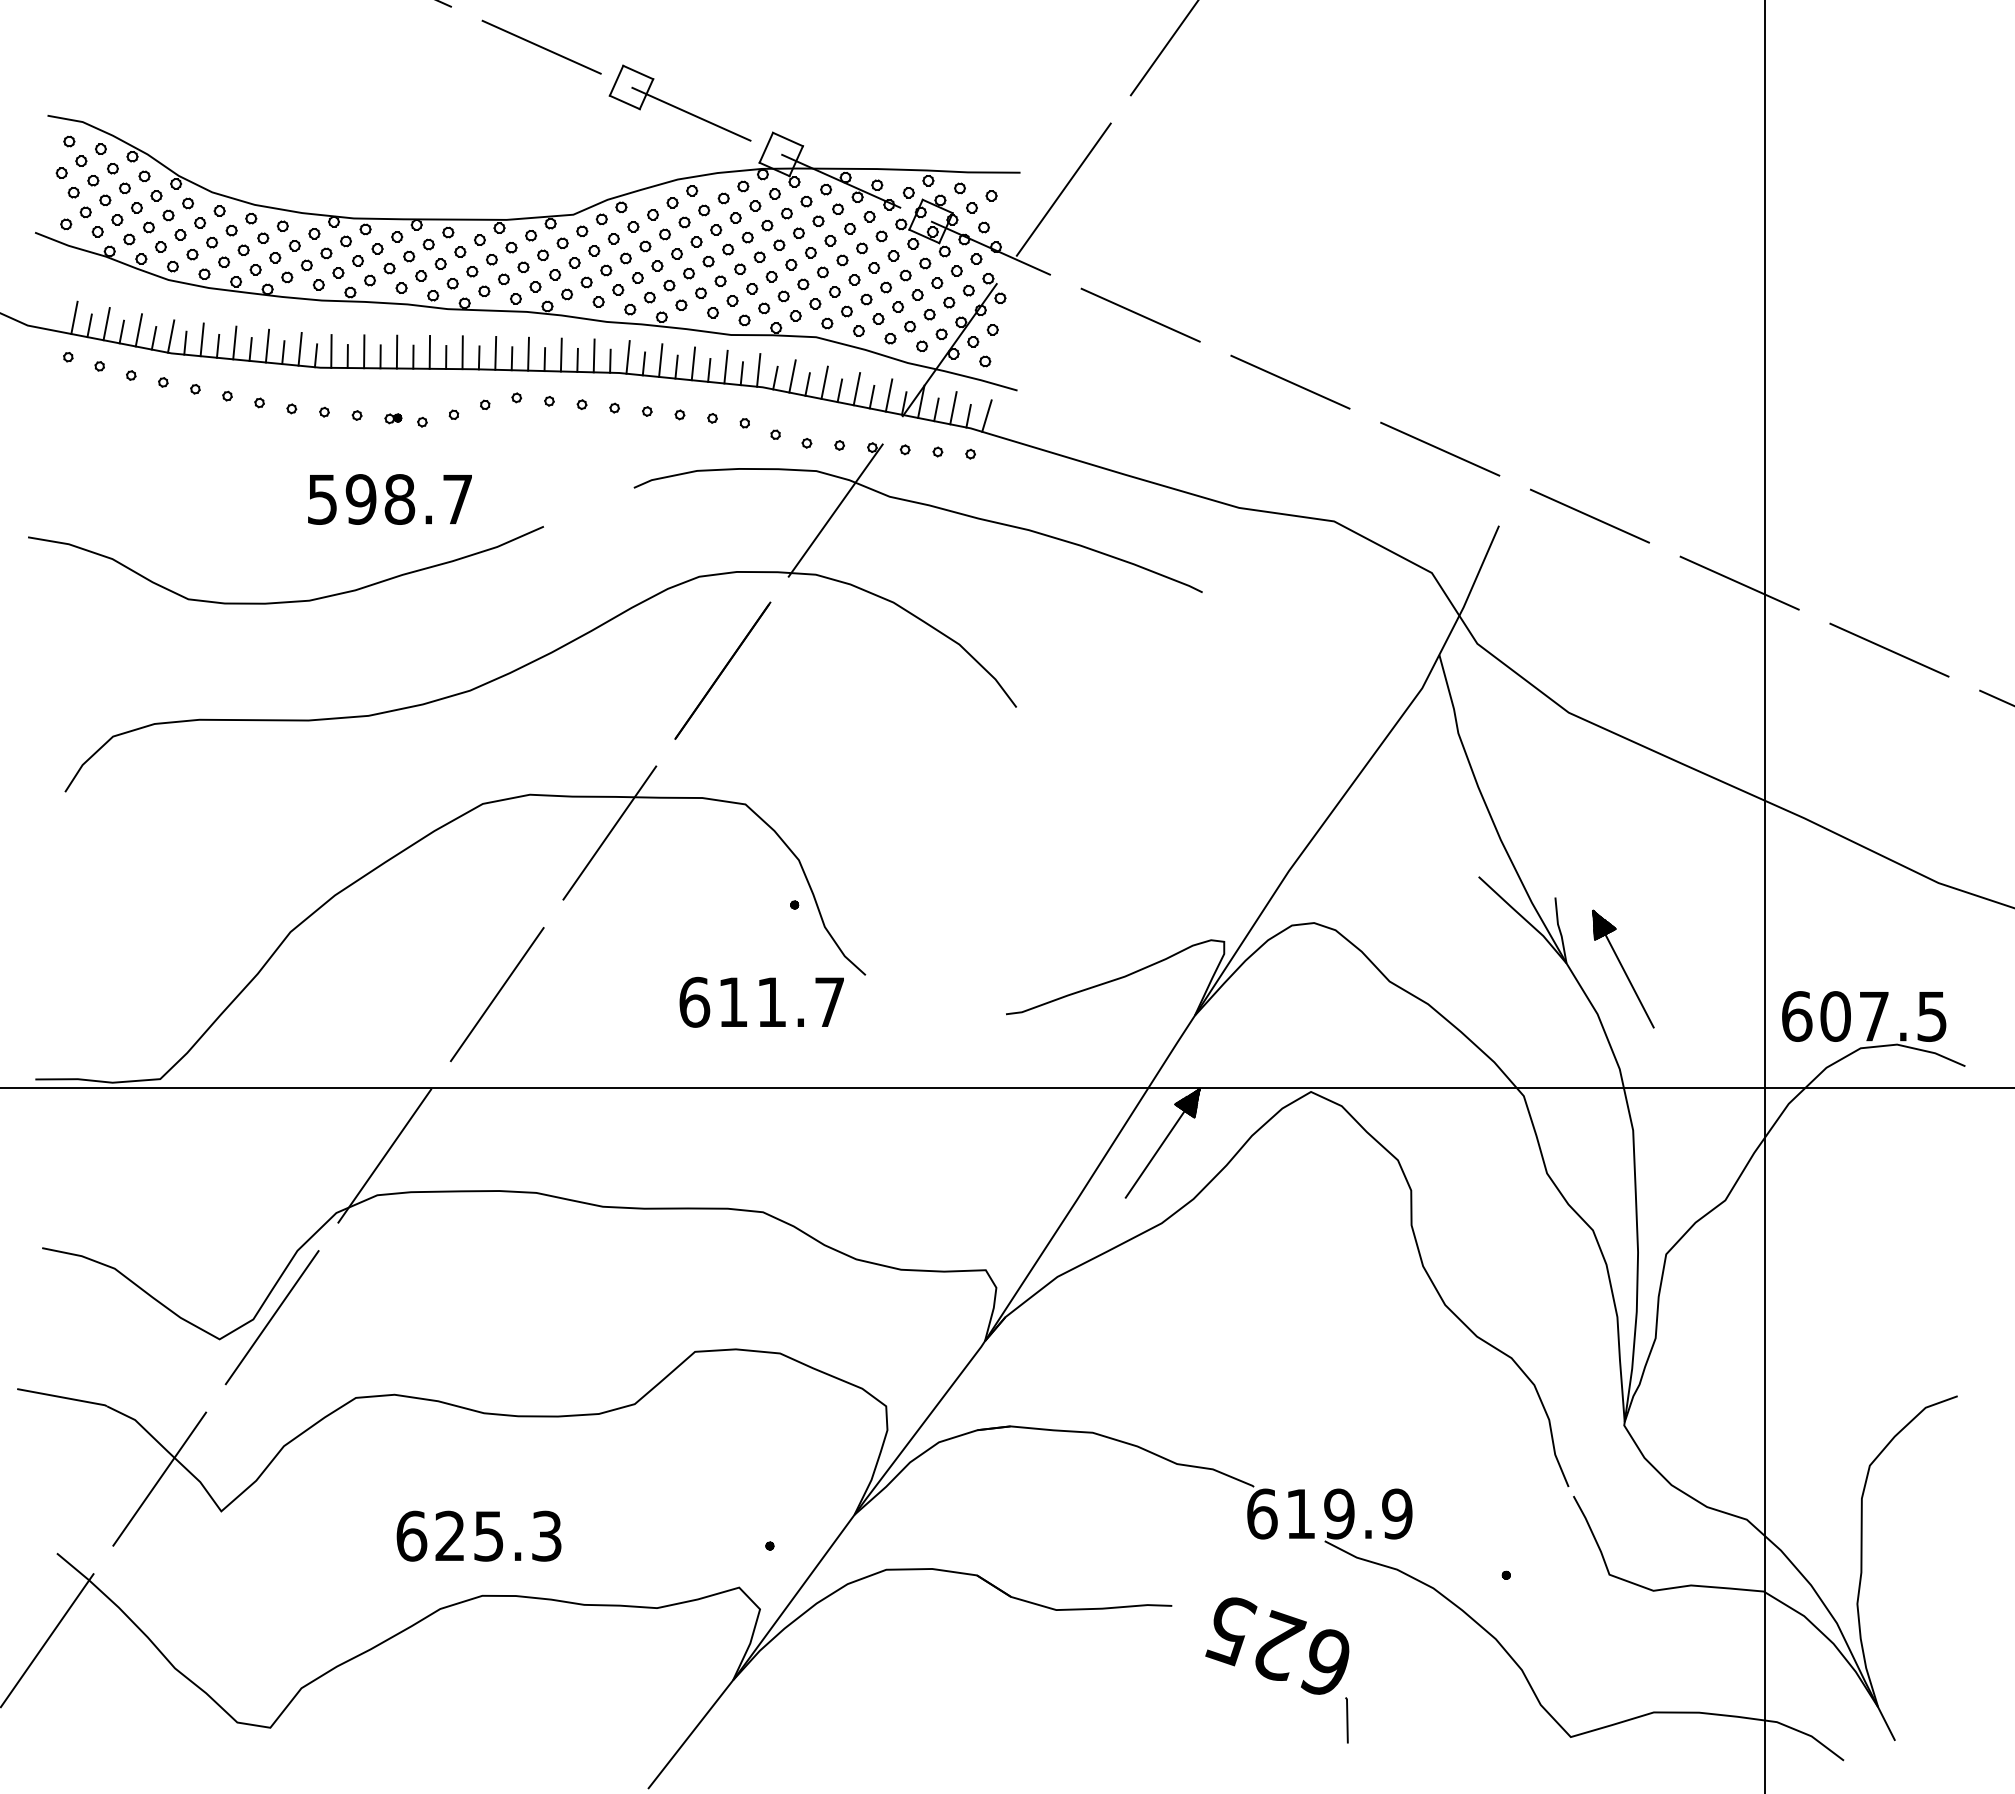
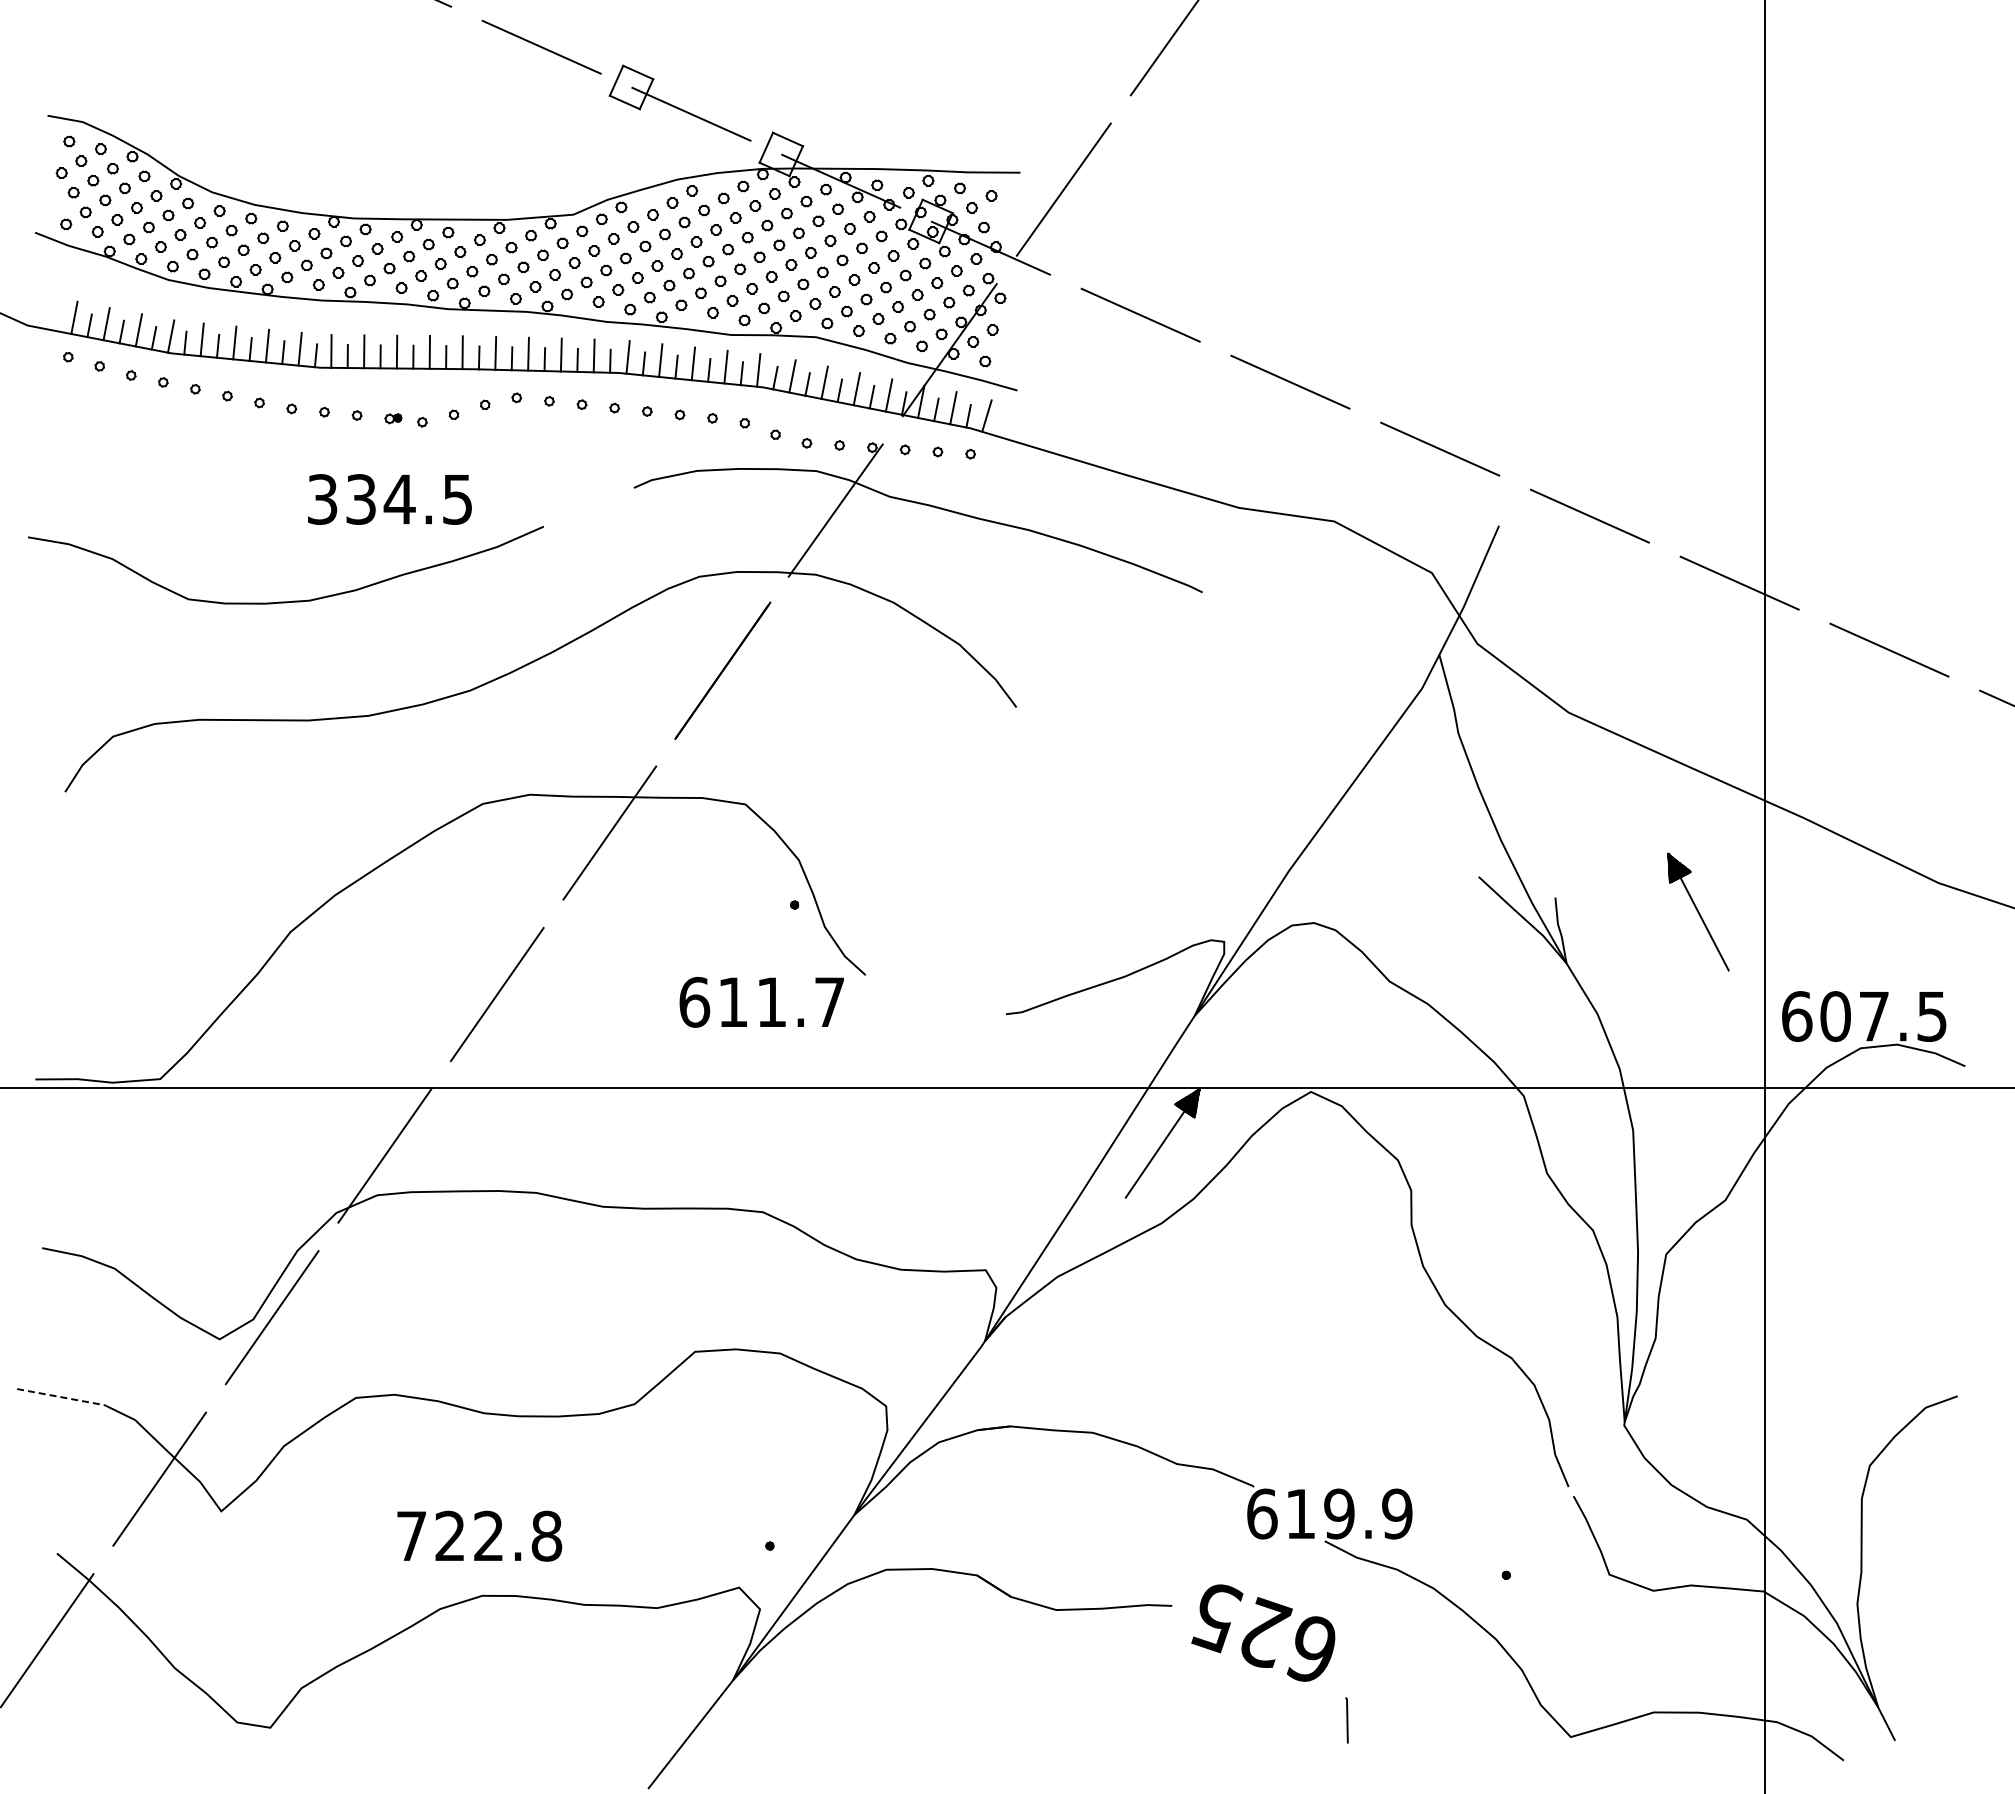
text at (389, 499): 598.7 -> 334.5
part at (1623, 968) position: (1623, 968) -> (1698, 911)
line at (63, 1397): solid -> dashed
text at (479, 1535): 625.3 -> 722.8
text at (1277, 1645) position: (1277, 1645) -> (1263, 1632)
